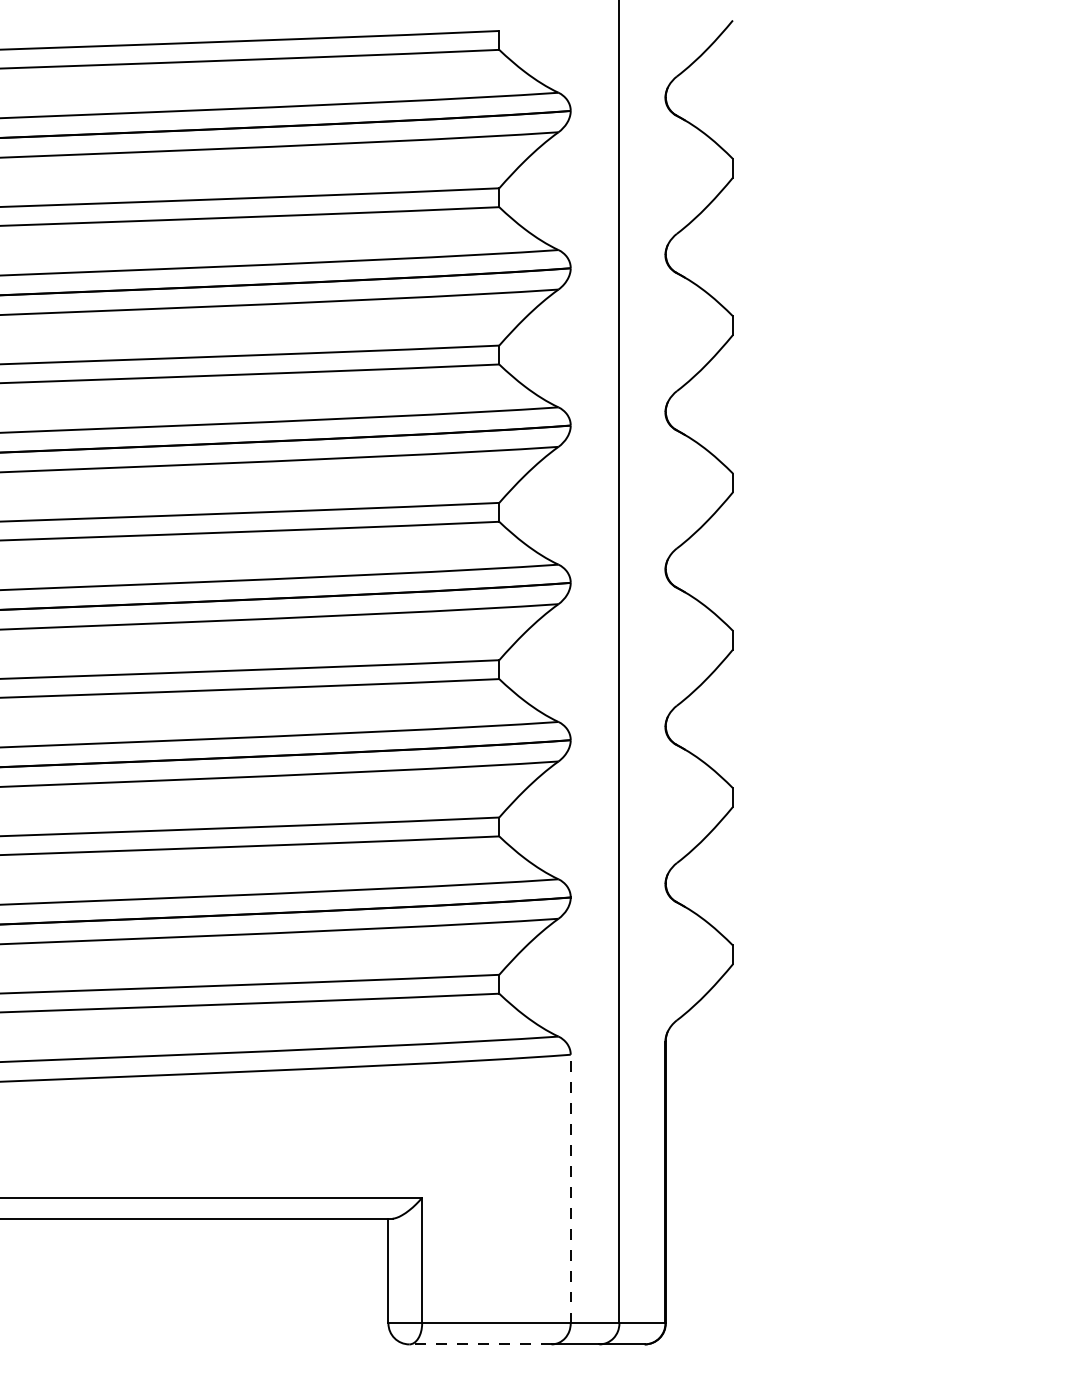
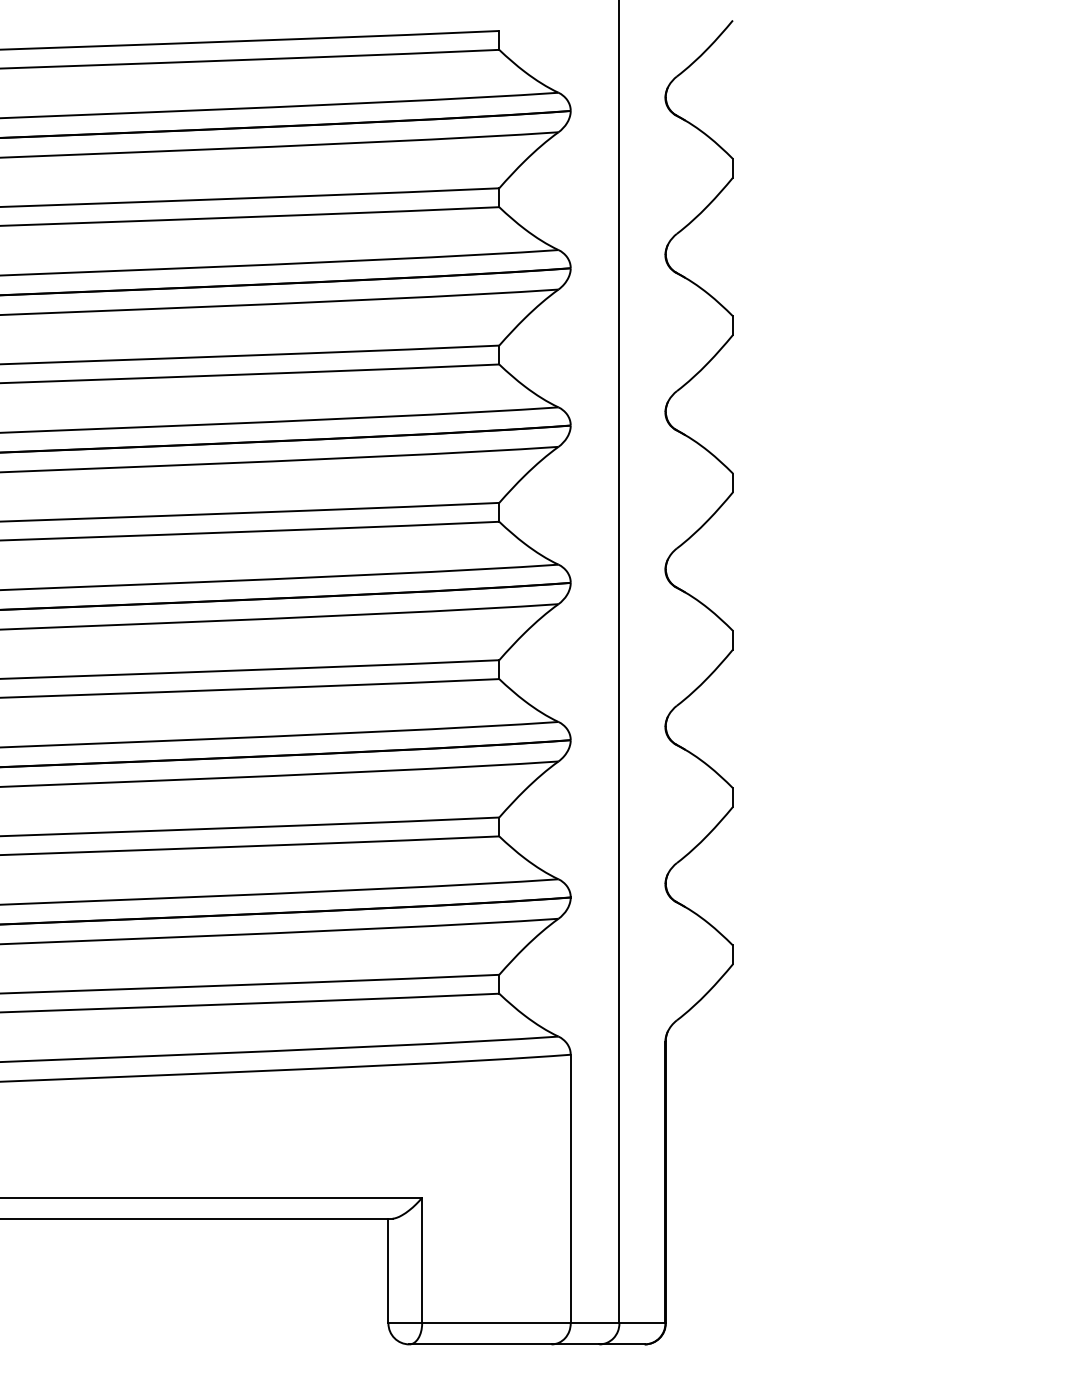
line at (570, 1188): dashed -> solid
line at (479, 1344): dashed -> solid
